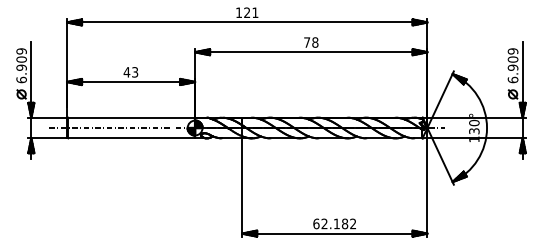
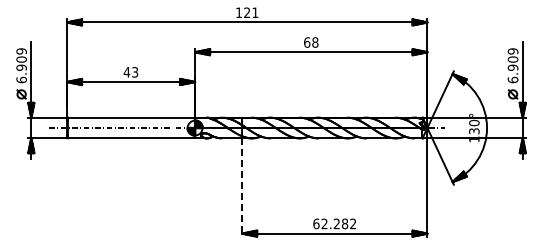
text at (307, 42): 78 -> 68
line at (242, 187): solid -> dashed
text at (336, 223): 62.182 -> 62.282
